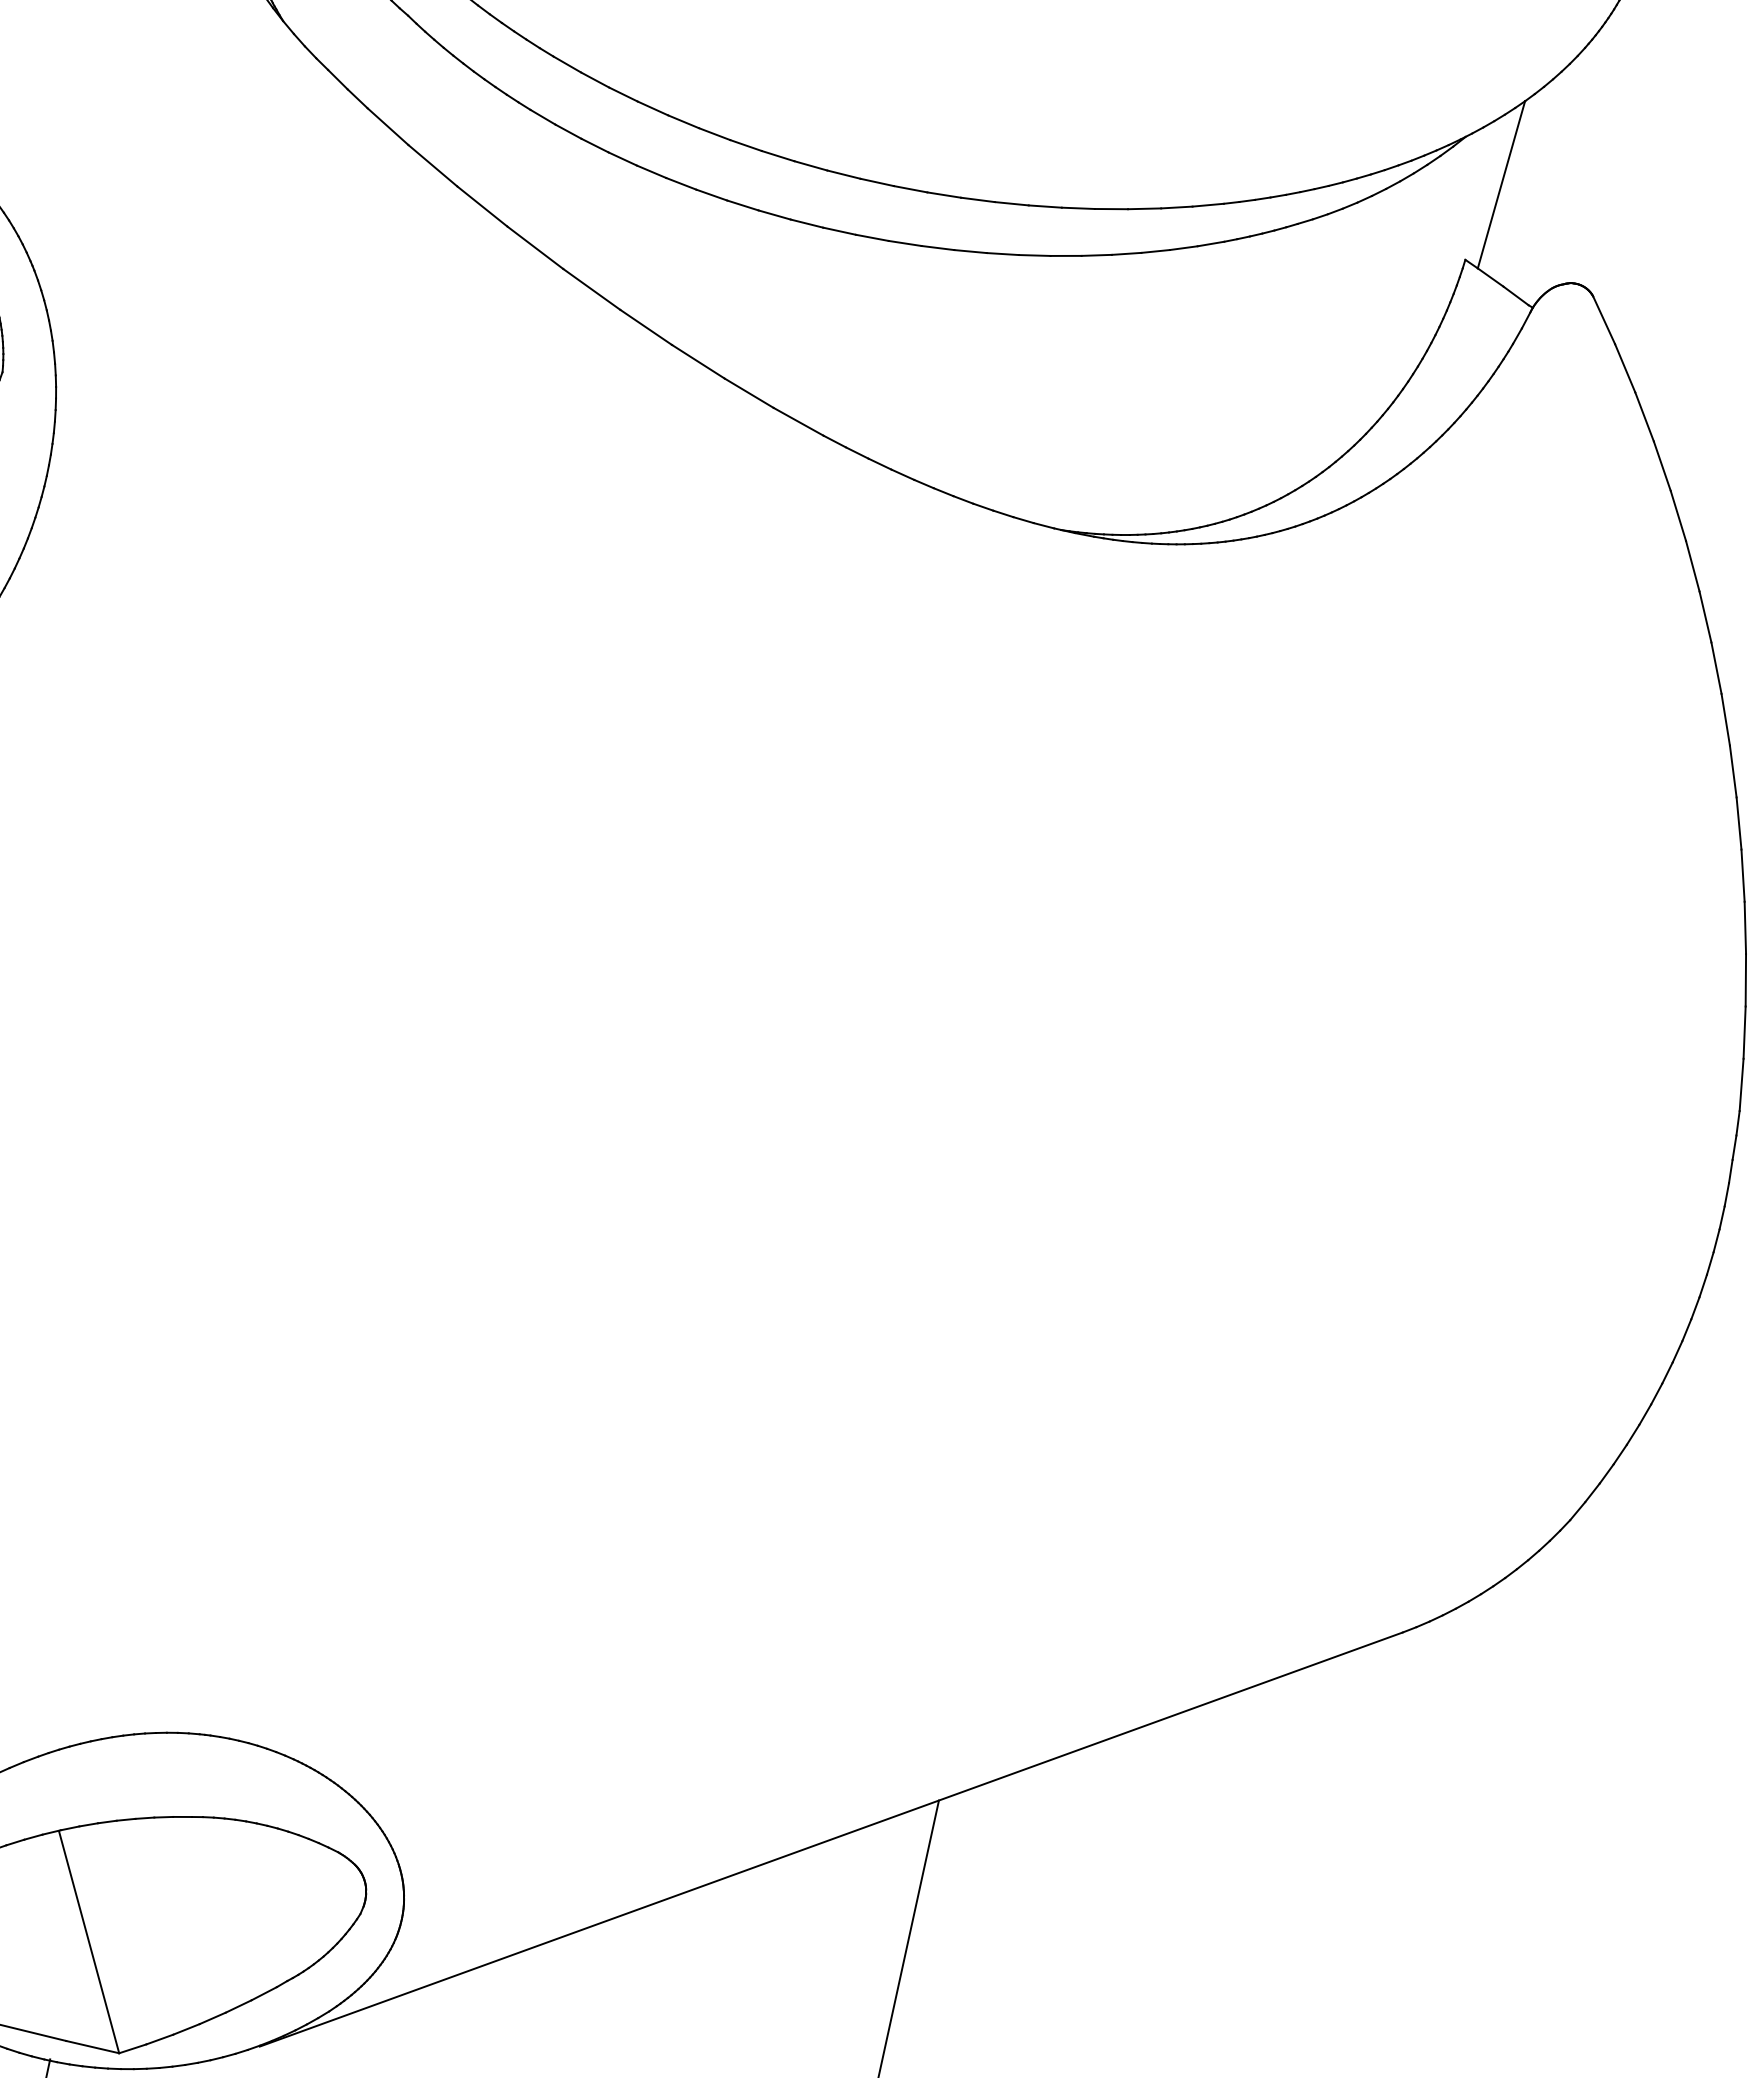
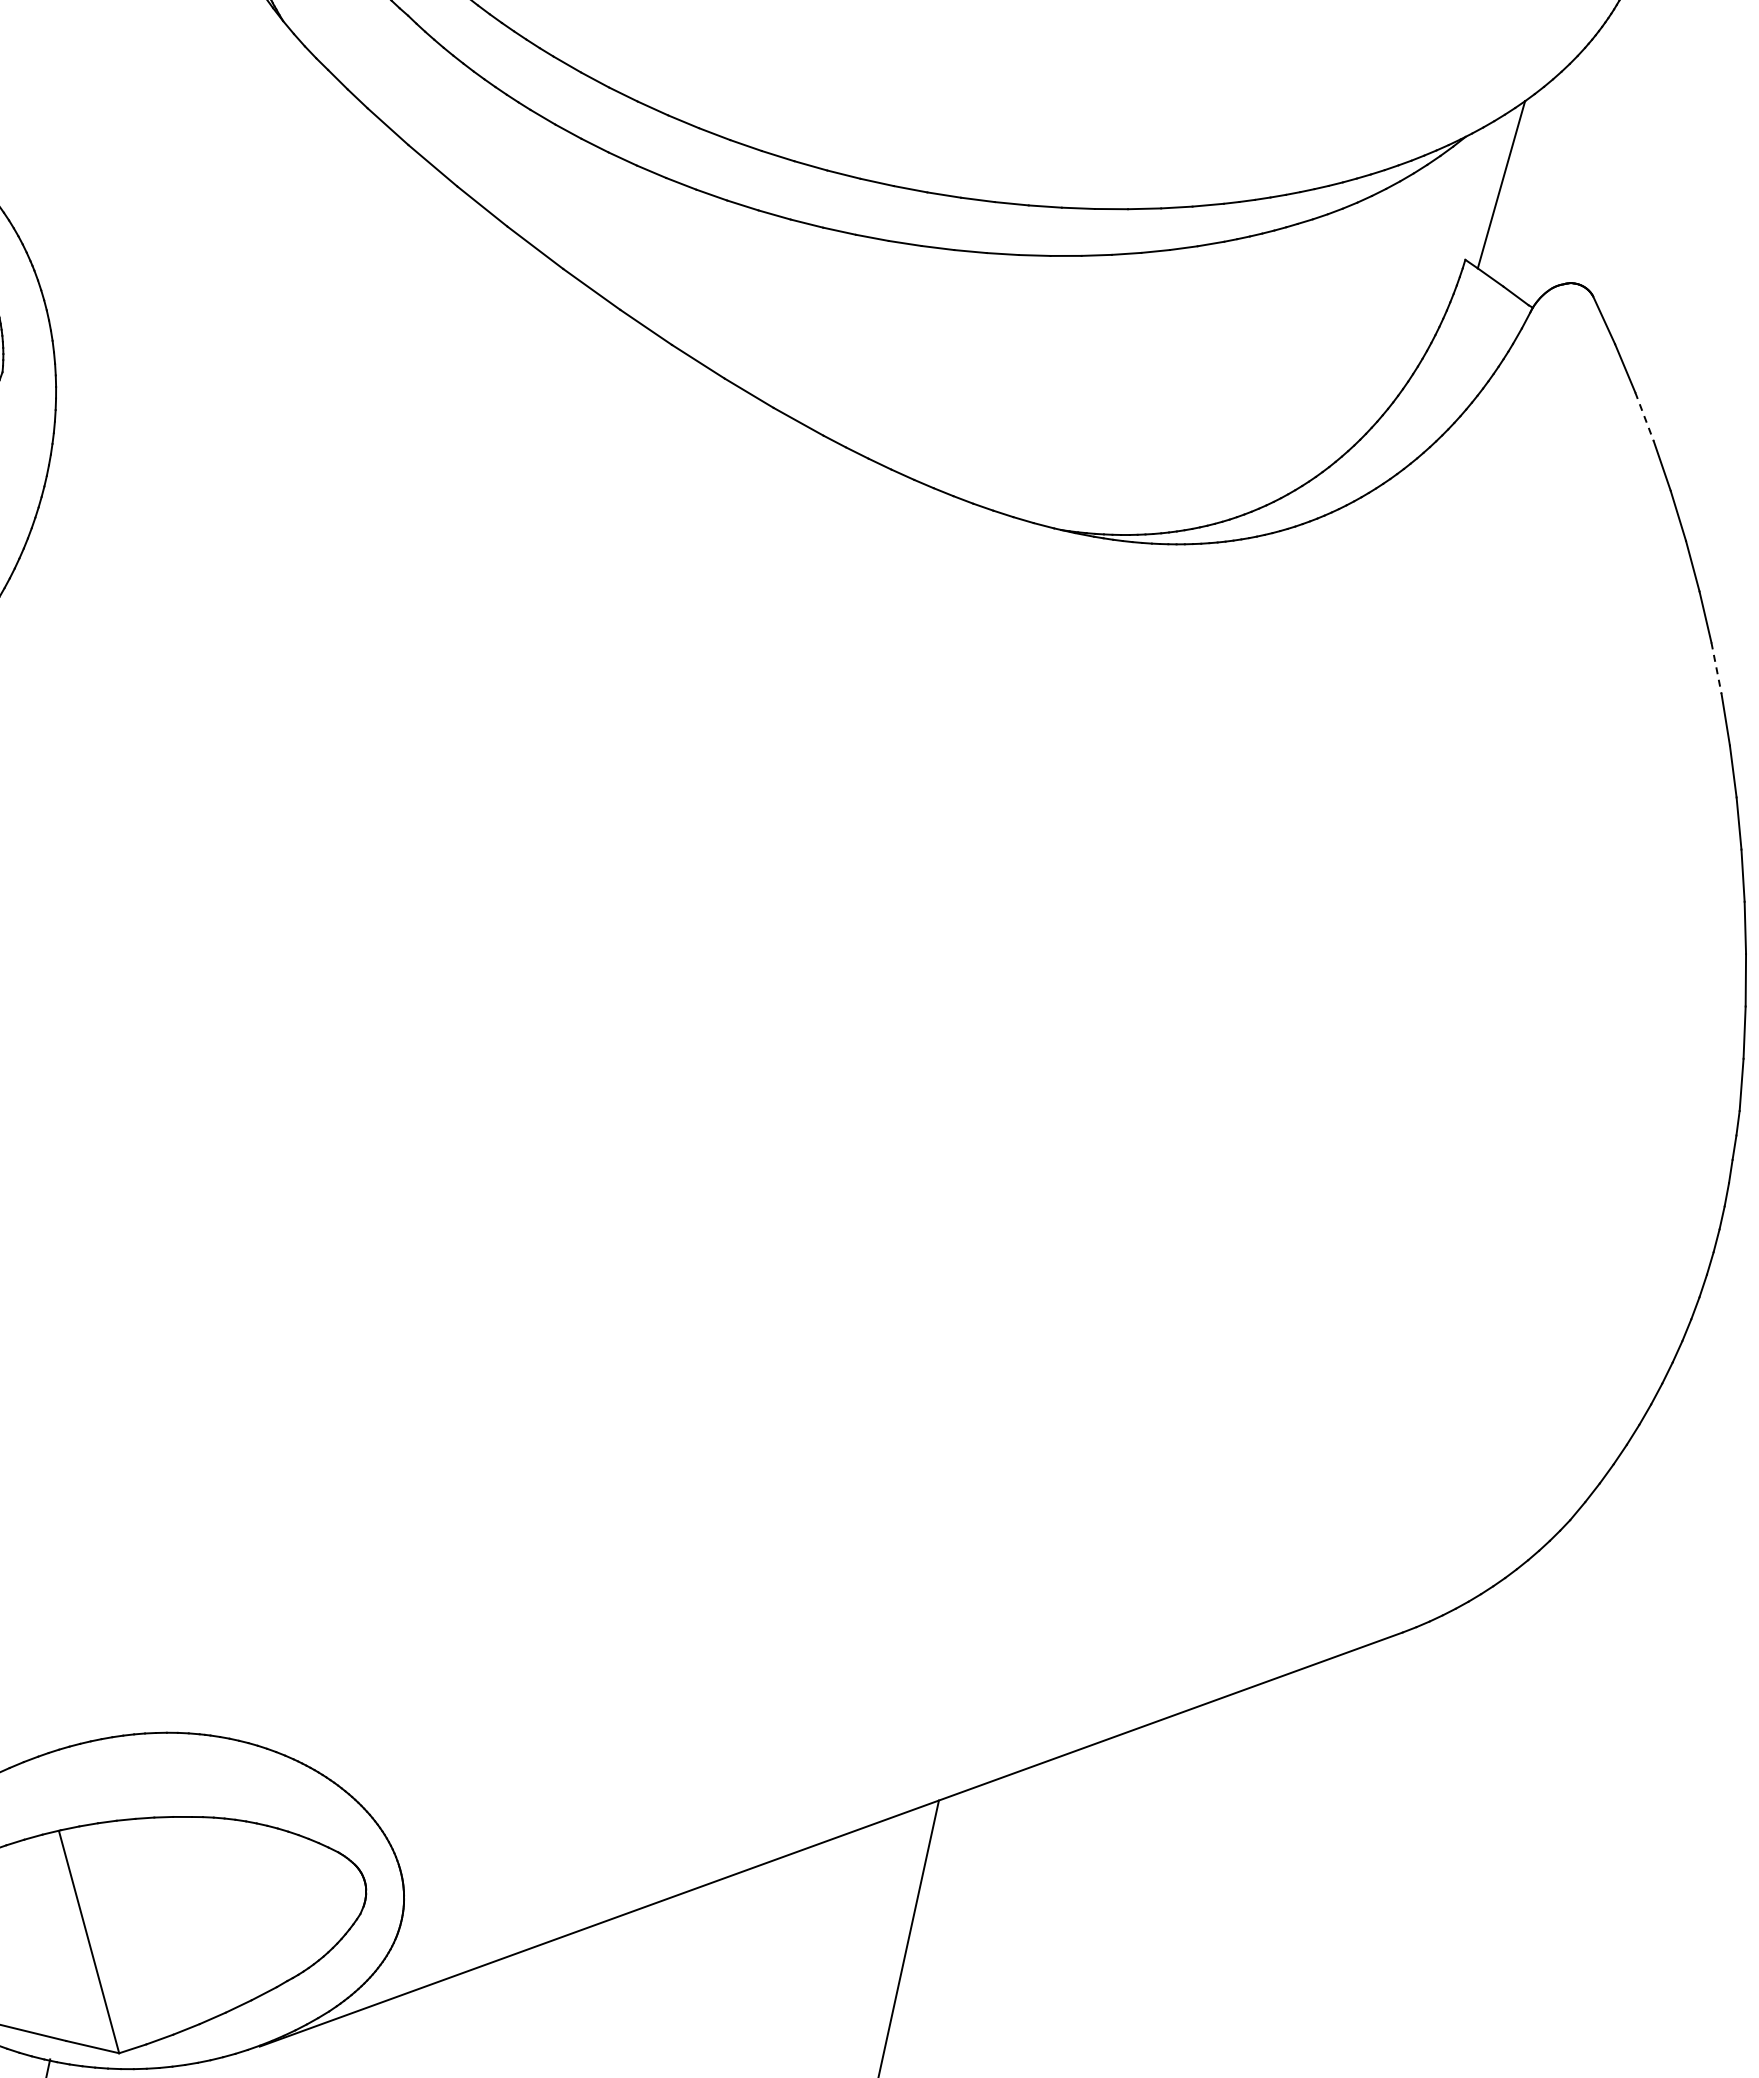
line at (1644, 417): solid -> dashed
line at (1716, 668): solid -> dashed
